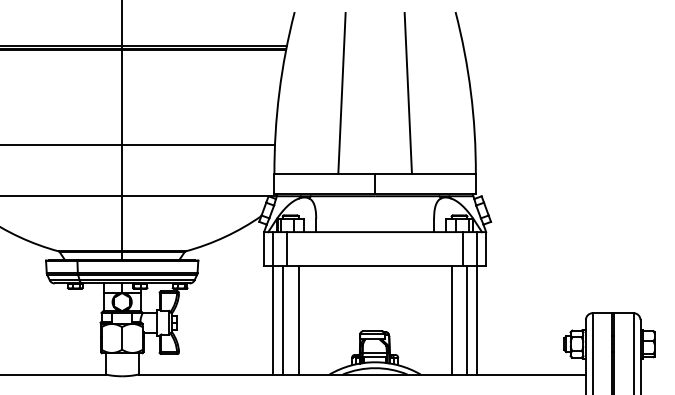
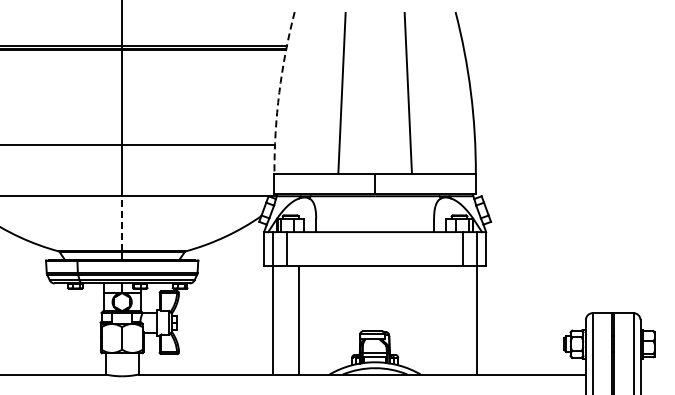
arc at (279, 92): solid -> dashed
line at (122, 223): solid -> dashed
line at (282, 319): present -> none
line at (451, 319): present -> none
line at (467, 319): present -> none
